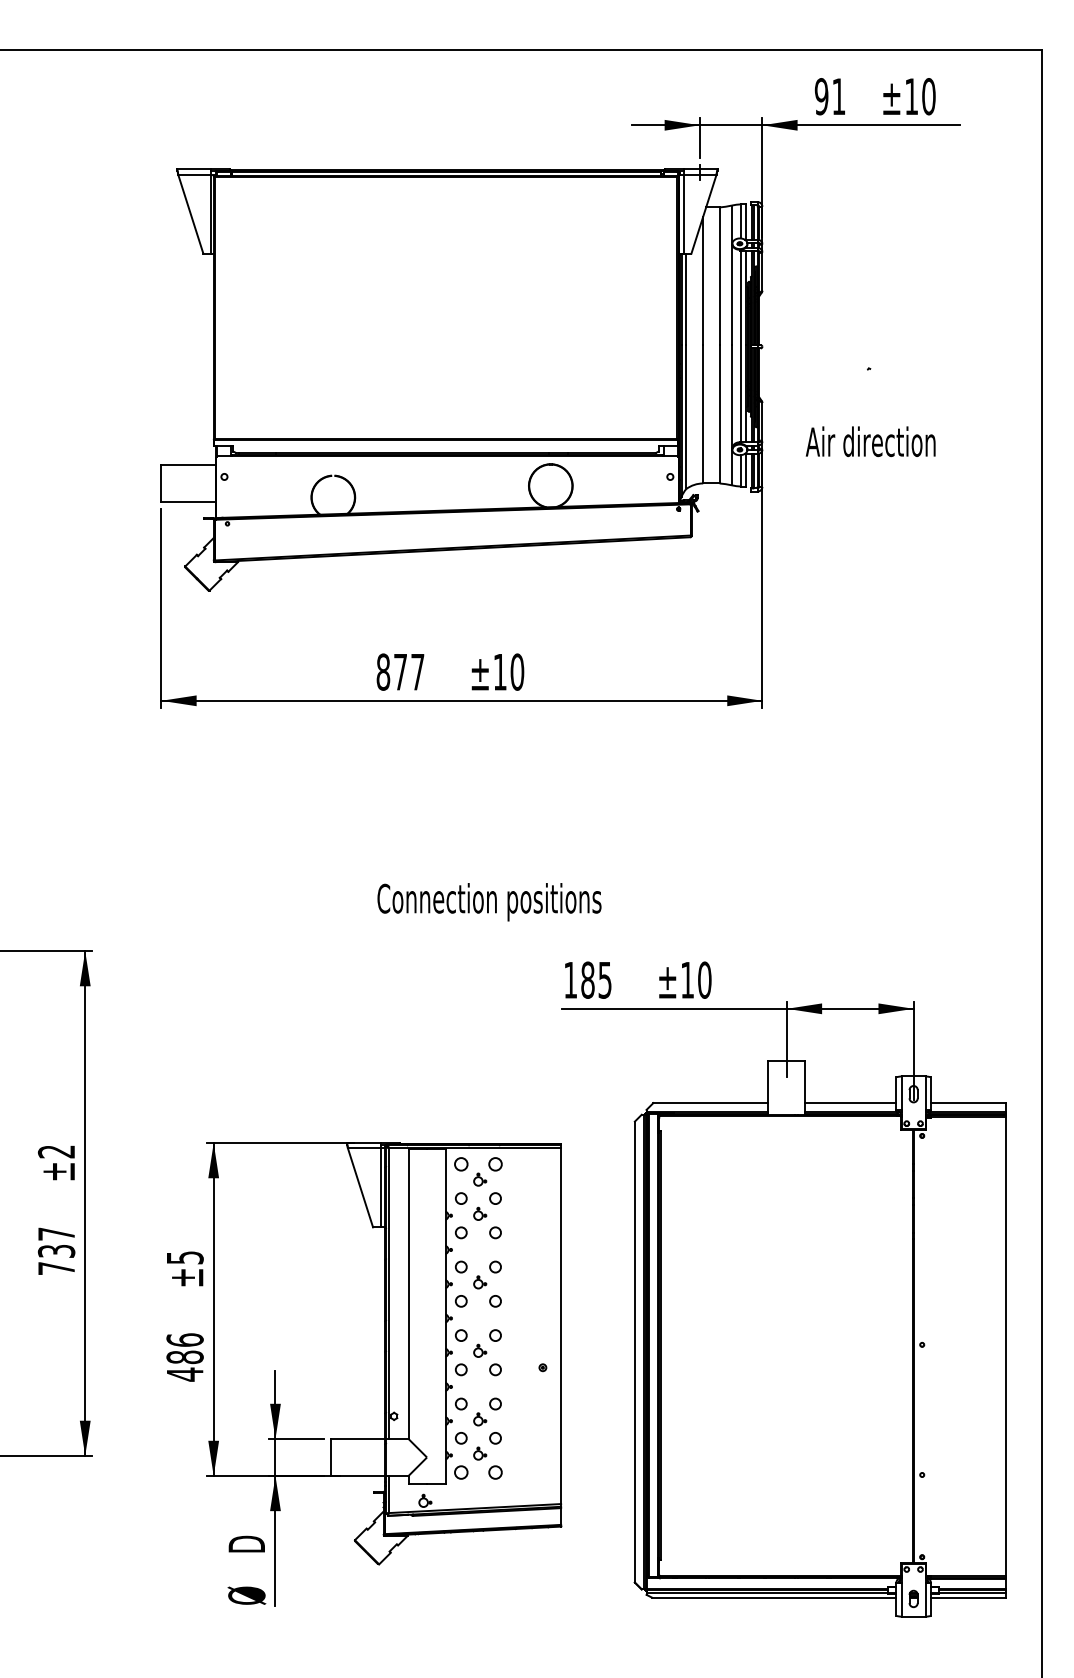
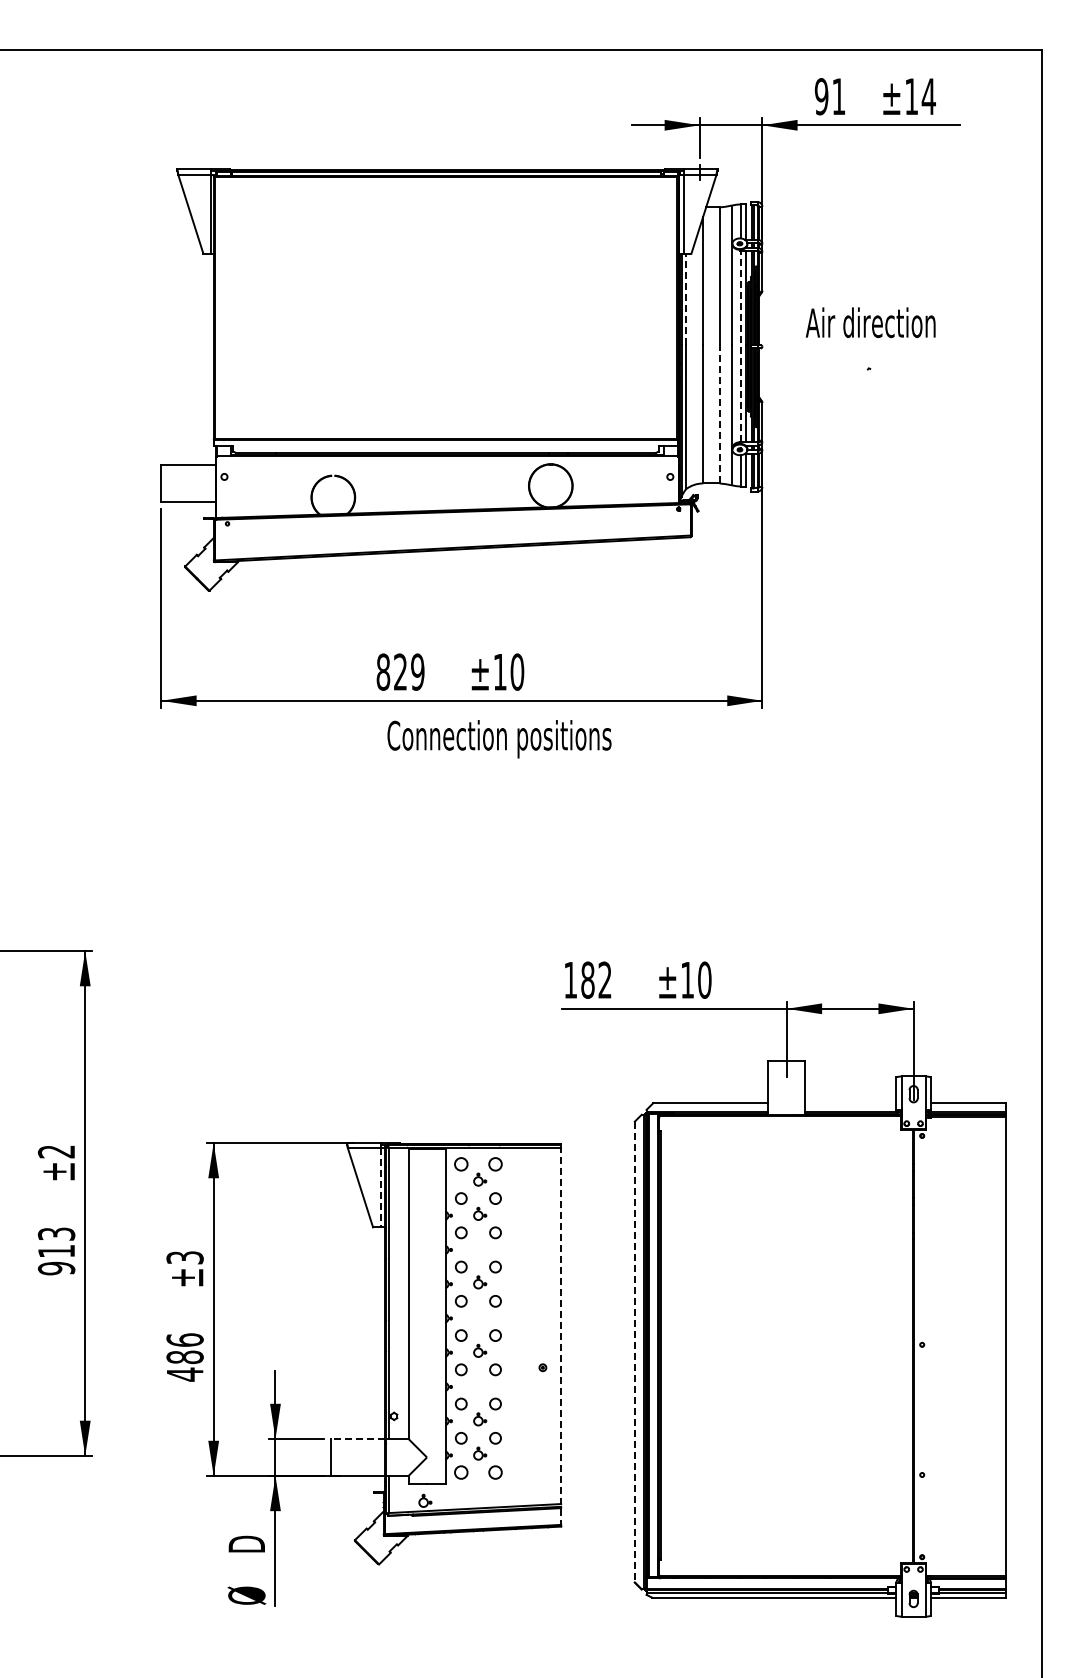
text at (928, 96): ±10 -> ±14
line at (686, 299): solid -> dashed
line at (740, 346): solid -> dashed
line at (719, 413): solid -> dashed
text at (870, 441) position: (870, 441) -> (870, 322)
text at (409, 671): 877 -> 829
text at (489, 902) position: (489, 902) -> (499, 739)
text at (604, 979): 185 -> 182
line at (850, 1103): present -> none
line at (380, 1188): solid -> dashed
text at (56, 1251): 737 -> 913
text at (184, 1257): ±5 -> ±3
line at (561, 1334): solid -> dashed
line at (634, 1352): solid -> dashed
line at (357, 1439): solid -> dashed
